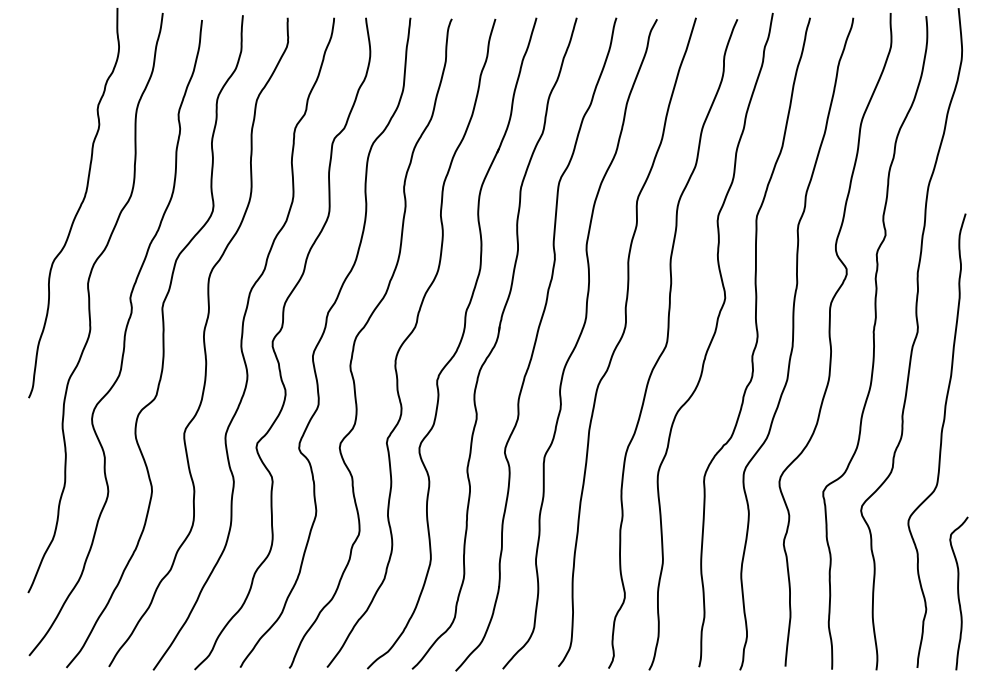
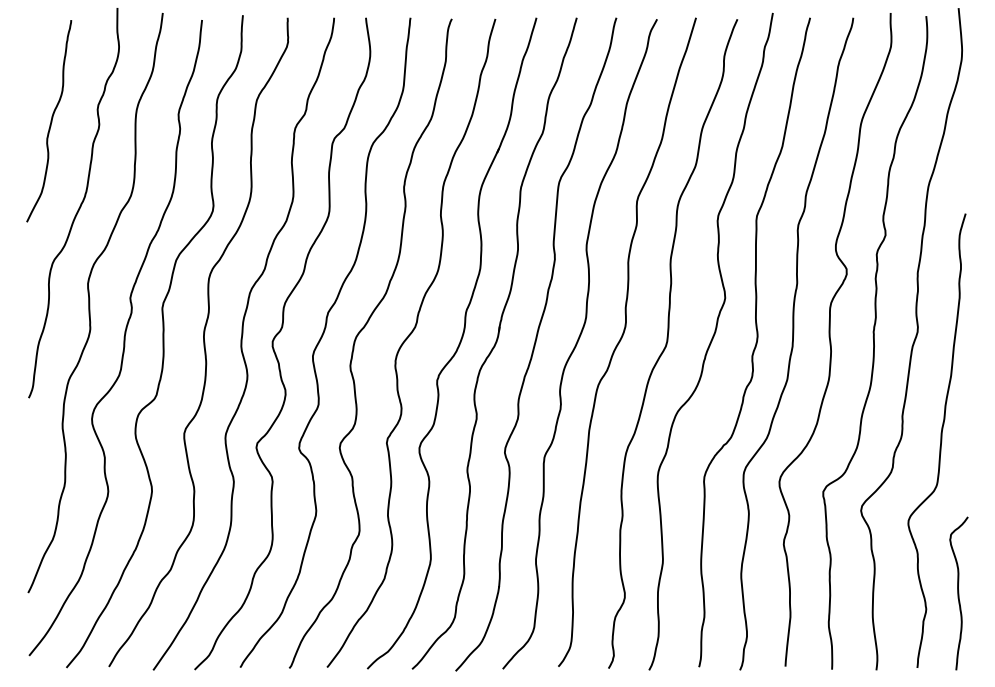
curve at (50, 121): none -> present
